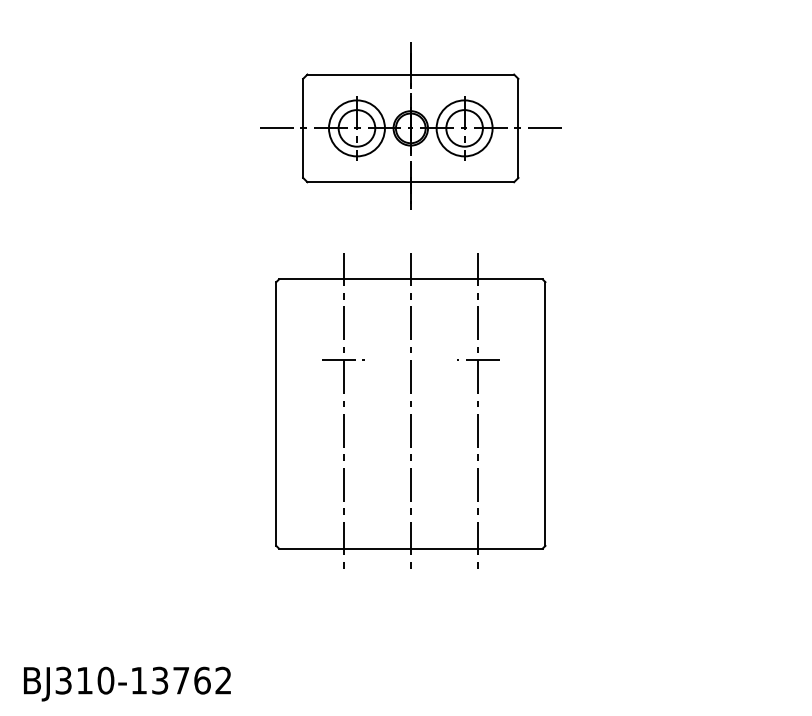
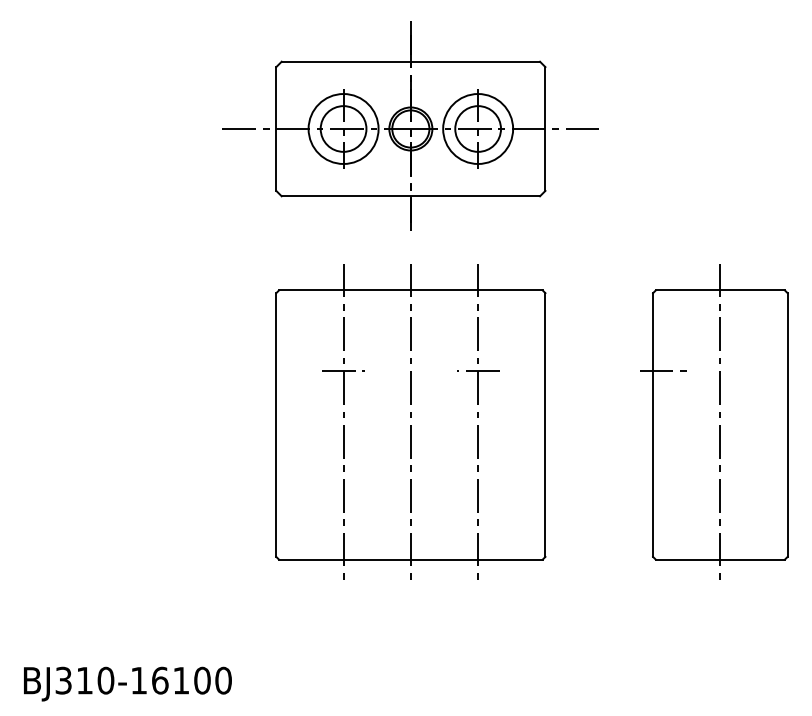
part at (410, 125) size: 302x168 px -> 377x210 px
part at (410, 410) position: (410, 410) -> (410, 421)
part at (714, 421): none -> present
text at (191, 680): BJ310-13762 -> BJ310-16100
